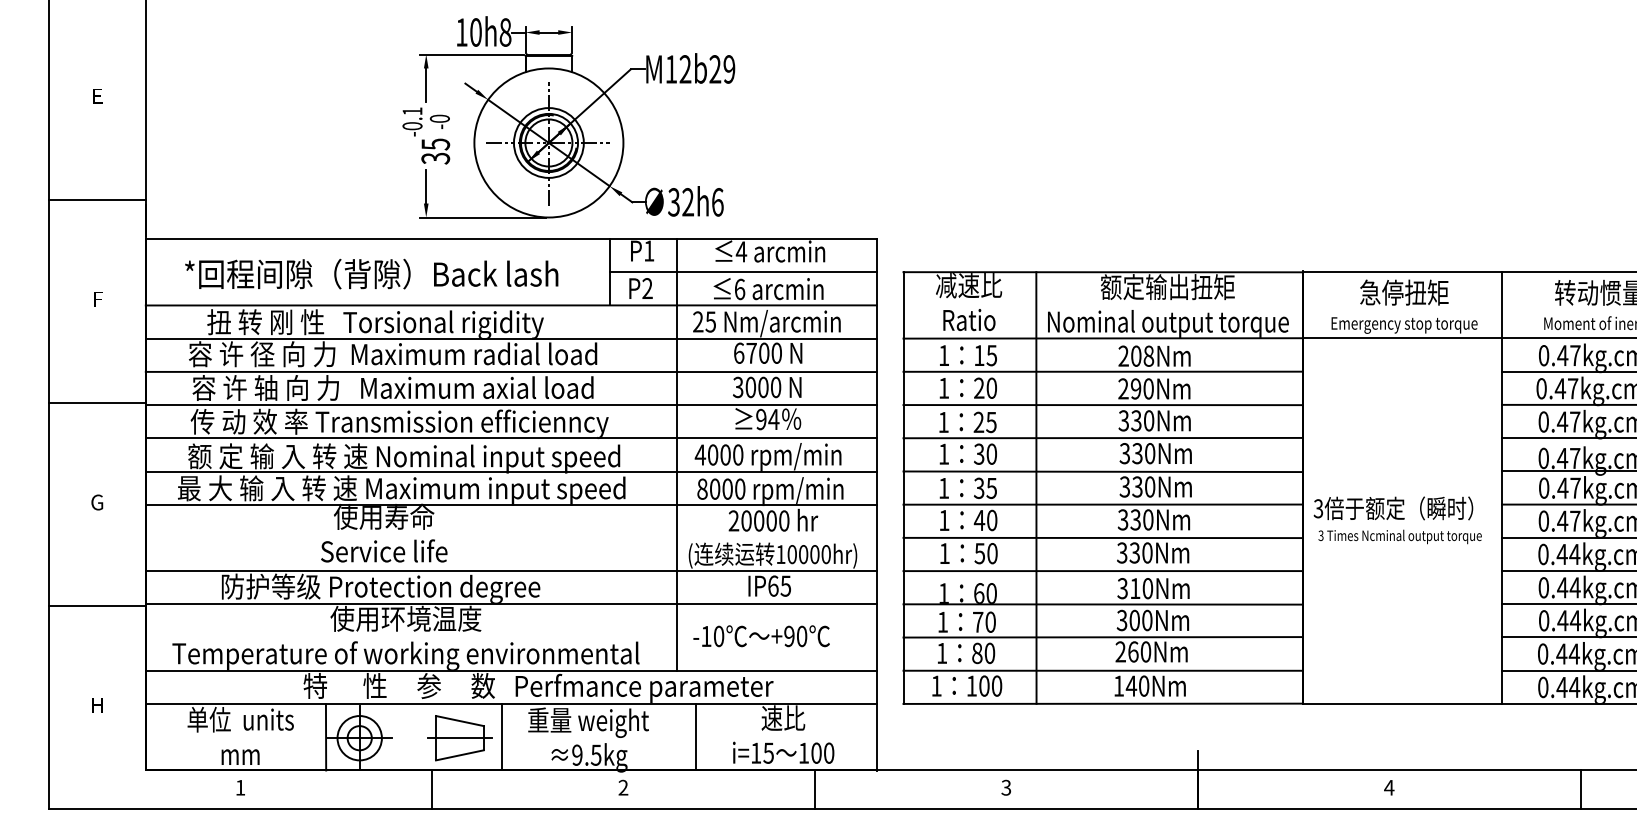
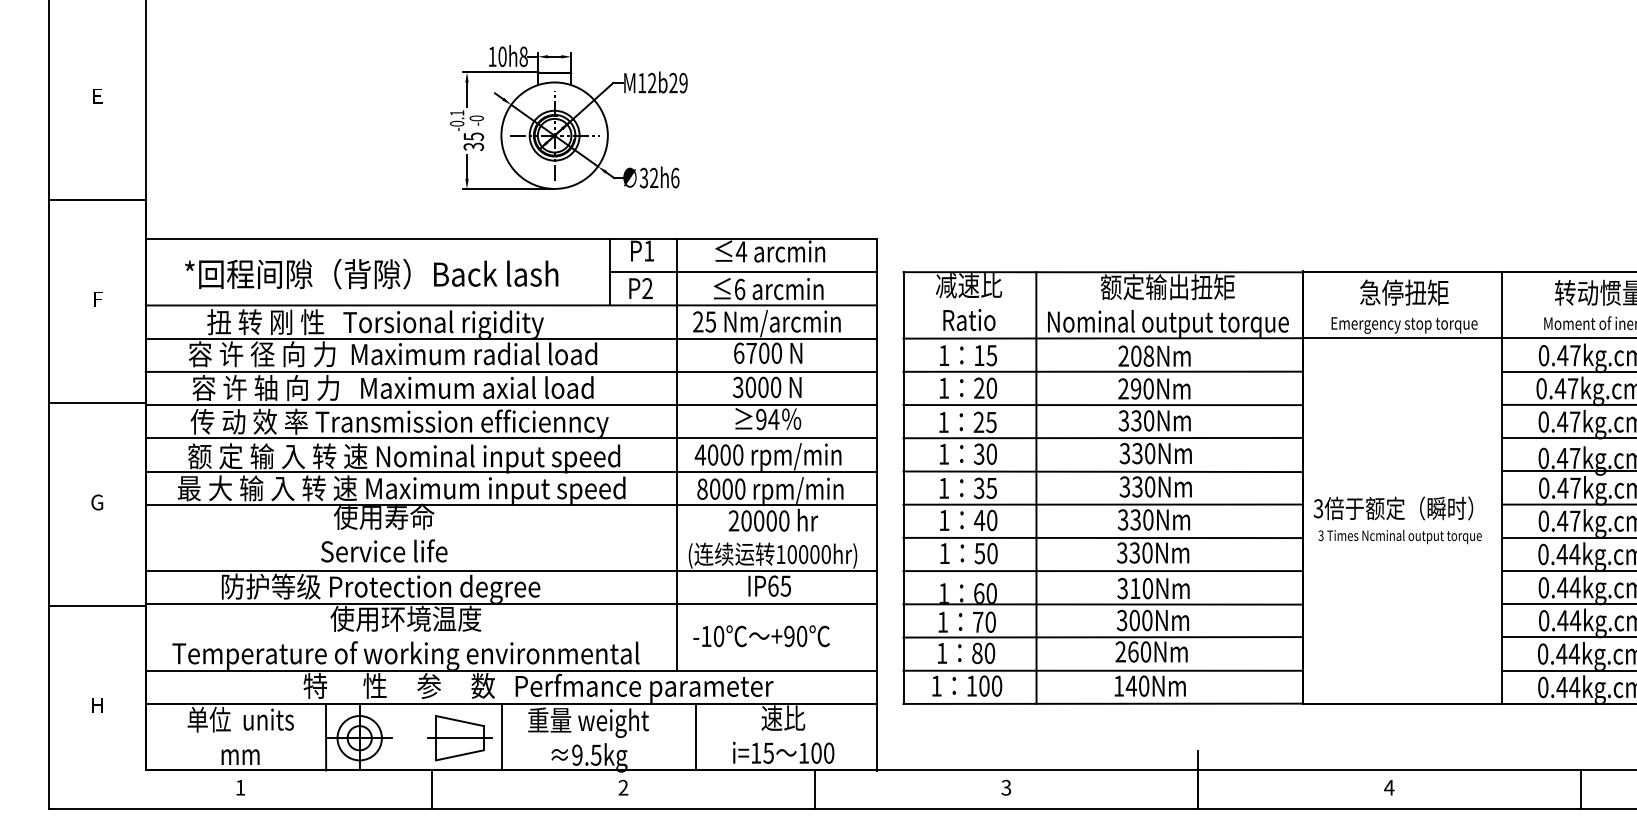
part at (568, 117) size: 334x203 px -> 238x145 px
